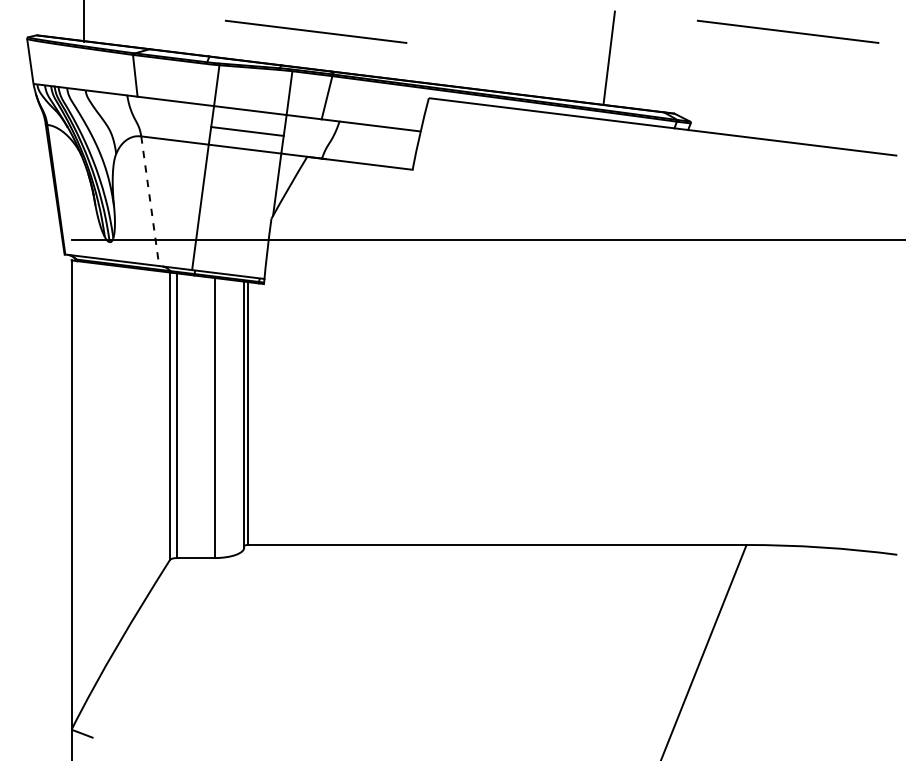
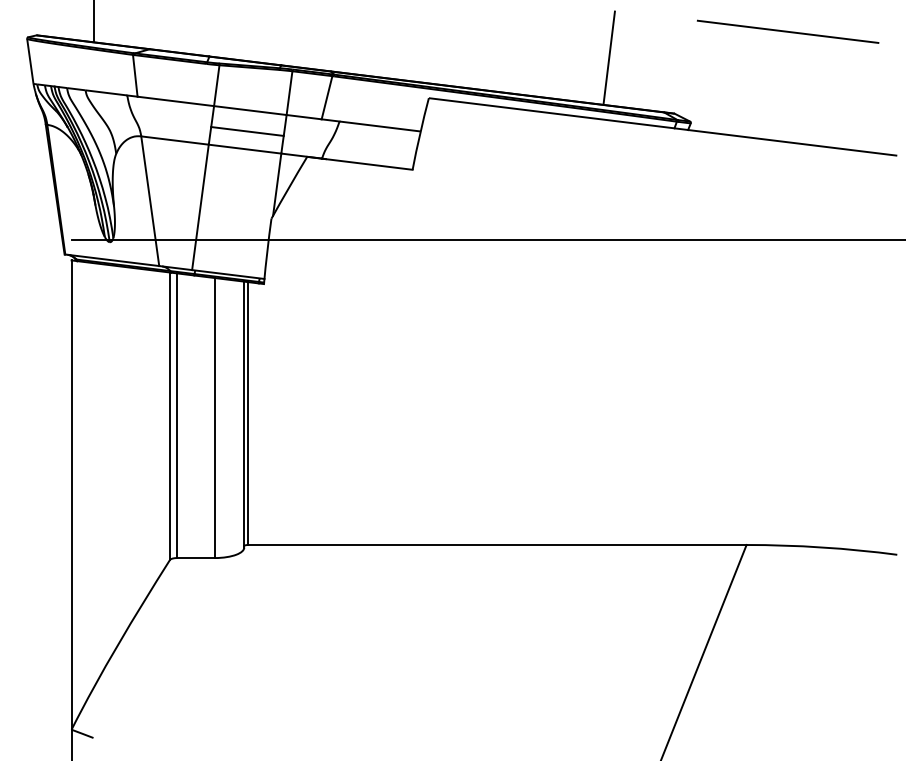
line at (83, 22) position: (83, 22) -> (93, 22)
line at (316, 31): present -> none
line at (150, 201): dashed -> solid
